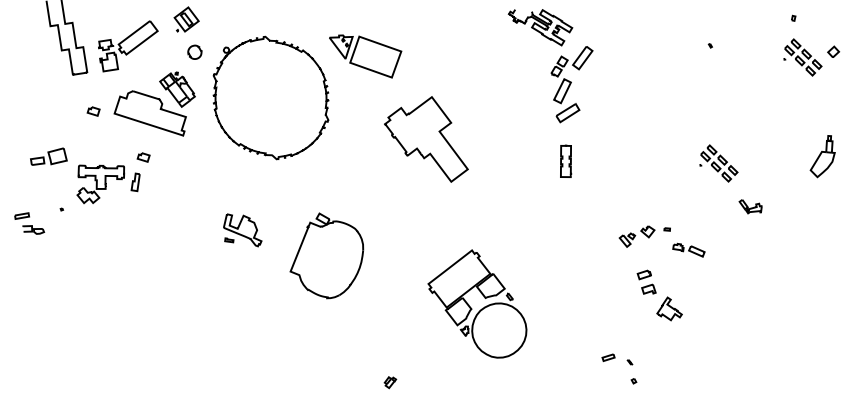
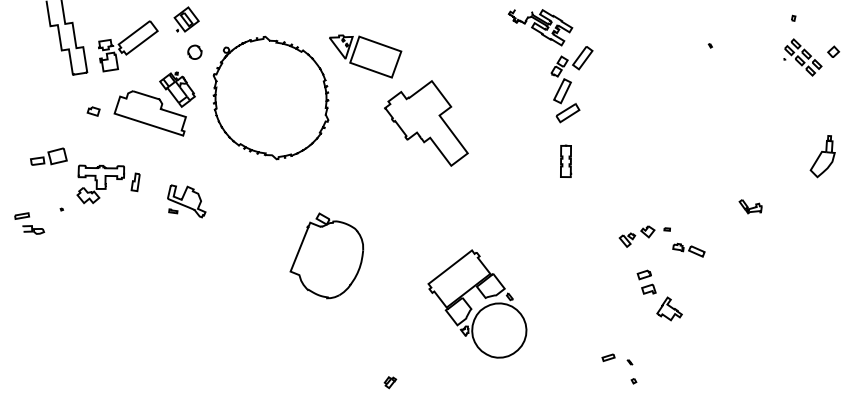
part at (426, 139) position: (426, 139) -> (426, 123)
part at (143, 157): present -> none
part at (718, 163): present -> none
part at (242, 230) position: (242, 230) -> (186, 201)
